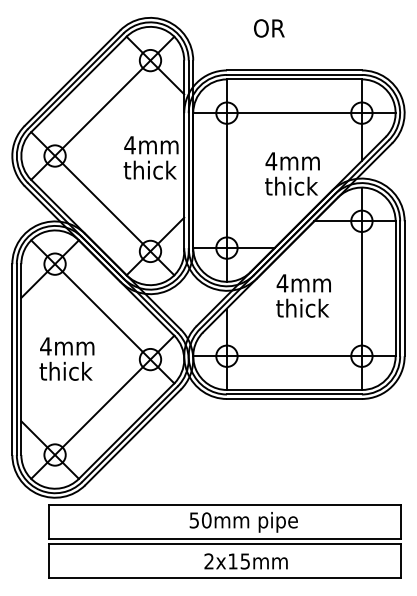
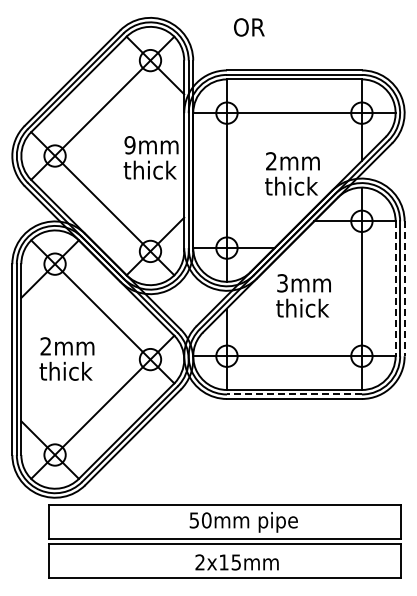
text at (269, 28) position: (269, 28) -> (249, 27)
text at (129, 145): 4mm -> 9mm
text at (271, 161): 4mm -> 2mm
text at (282, 283): 4mm -> 3mm
line at (395, 289): solid -> dashed
line at (404, 289): solid -> dashed
text at (45, 346): 4mm -> 2mm
line at (293, 394): solid -> dashed
text at (245, 561) position: (245, 561) -> (236, 562)
